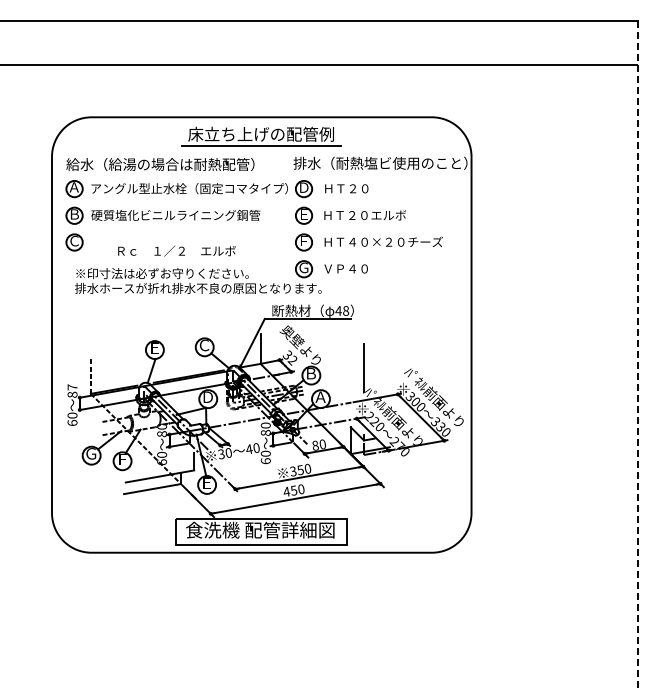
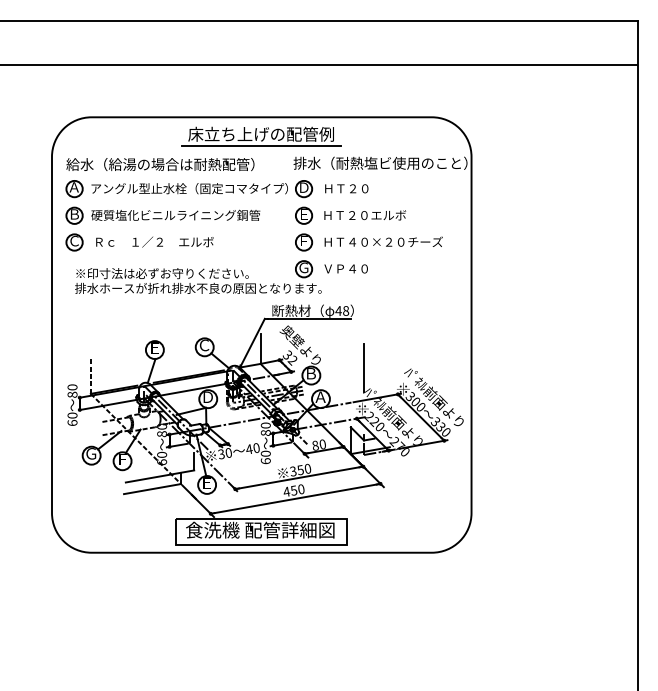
text at (176, 250) position: (176, 250) -> (154, 241)
line at (638, 355): dashed -> solid
text at (72, 387): 87 -> 80
